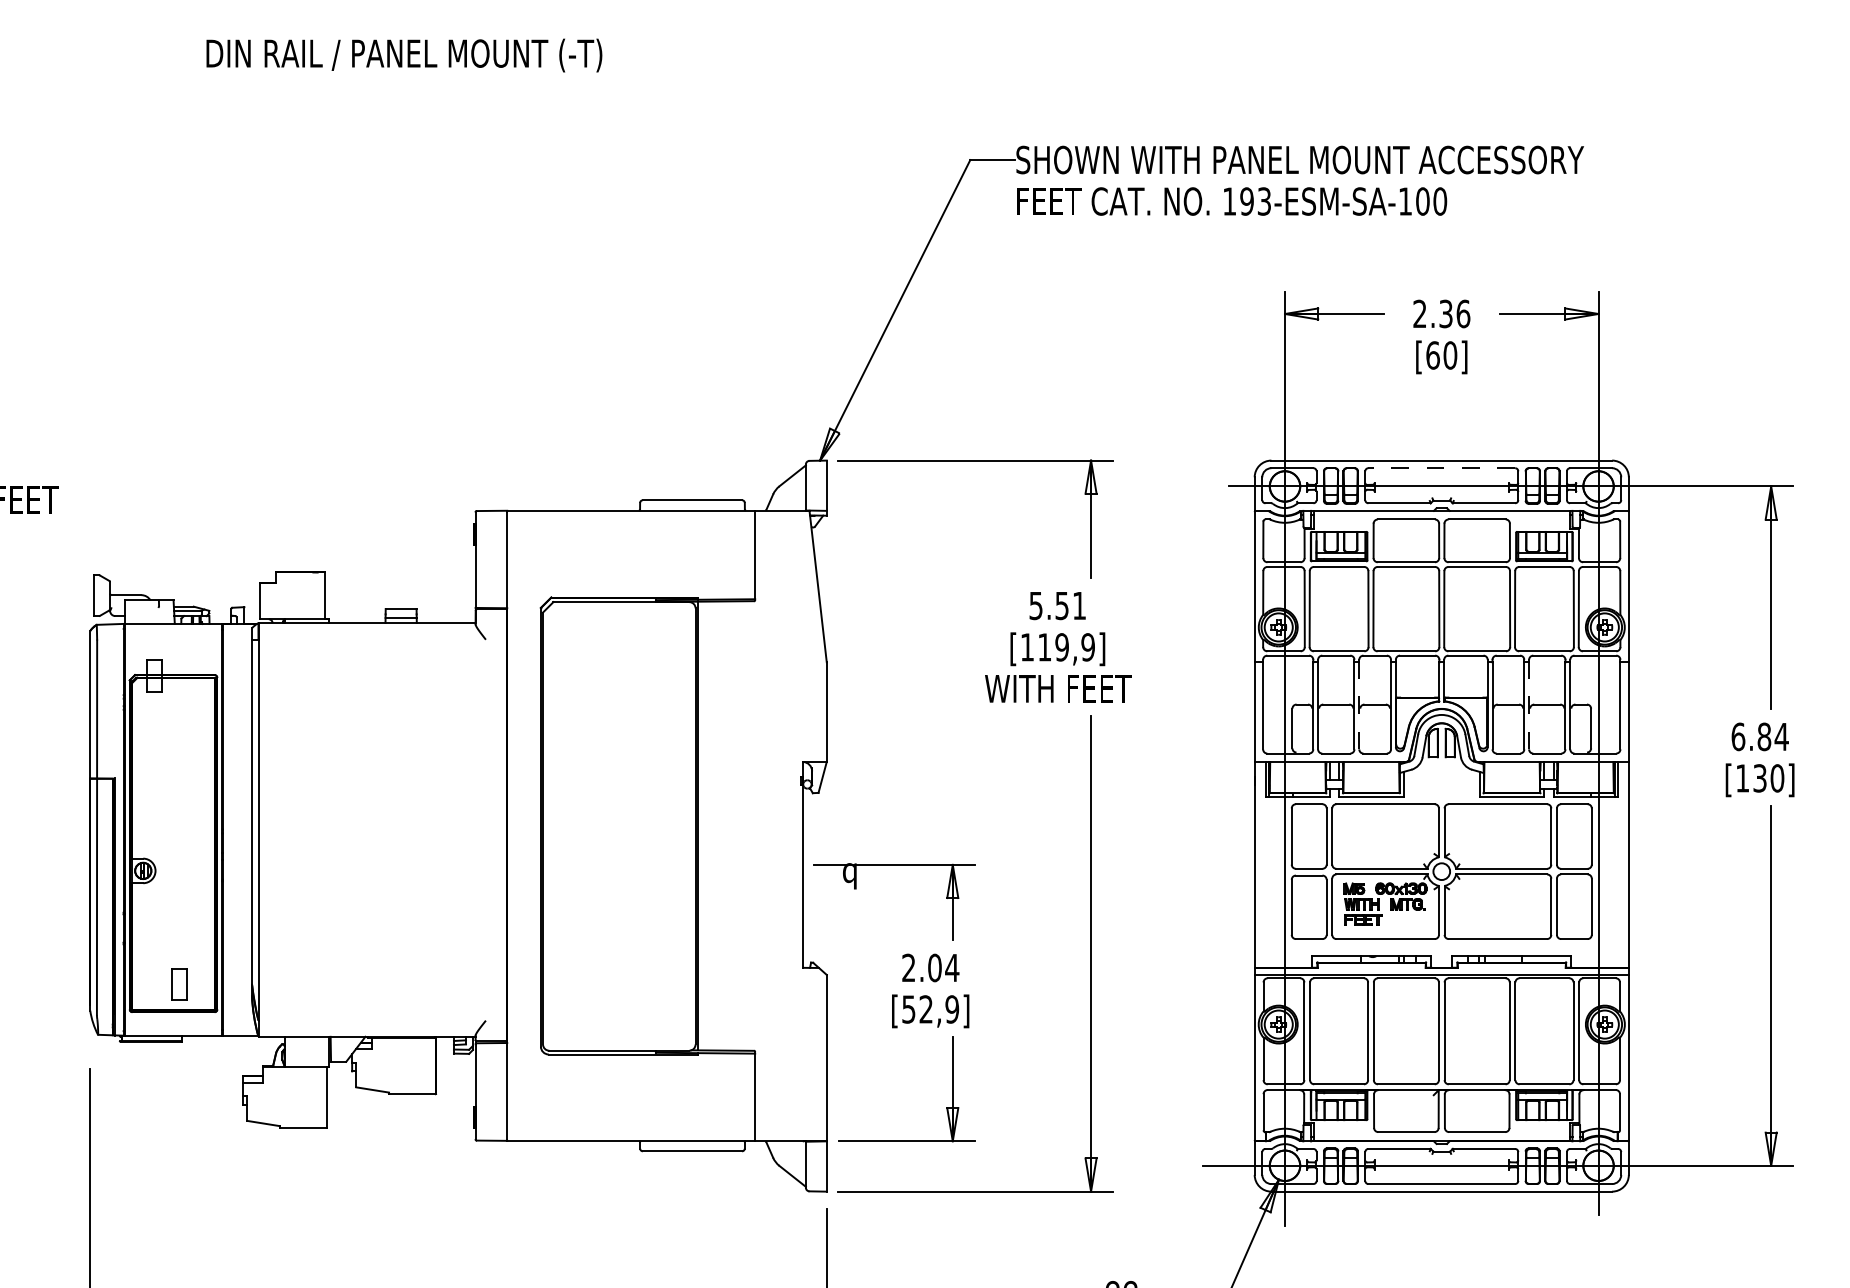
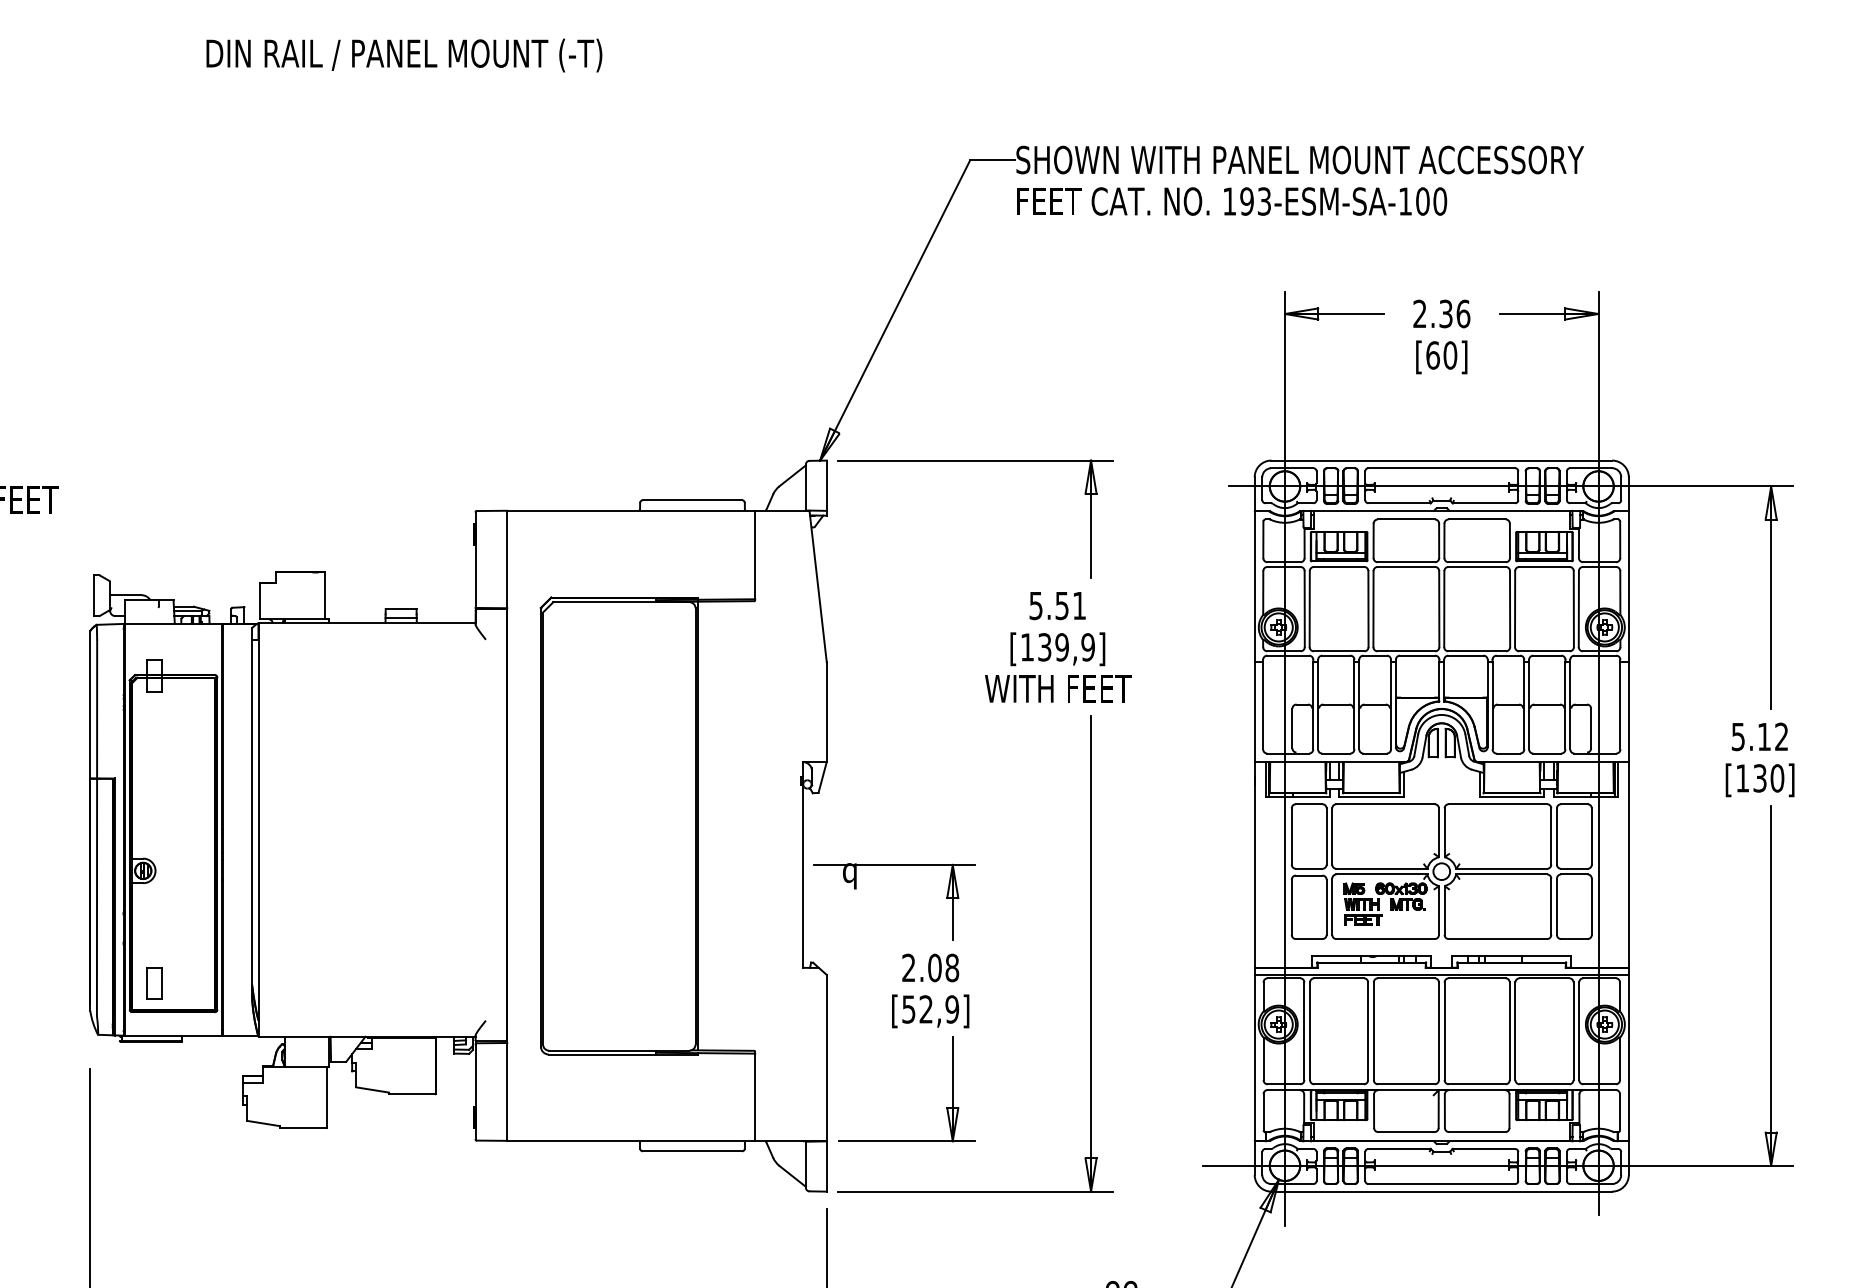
line at (1441, 468): dashed -> solid
text at (1044, 647): [119,9] -> [139,9]
line at (1359, 705): dashed -> solid
line at (1529, 705): dashed -> solid
text at (1759, 736): 6.84 -> 5.12
text at (952, 967): 2.04 -> 2.08
part at (179, 984) position: (179, 984) -> (154, 983)
